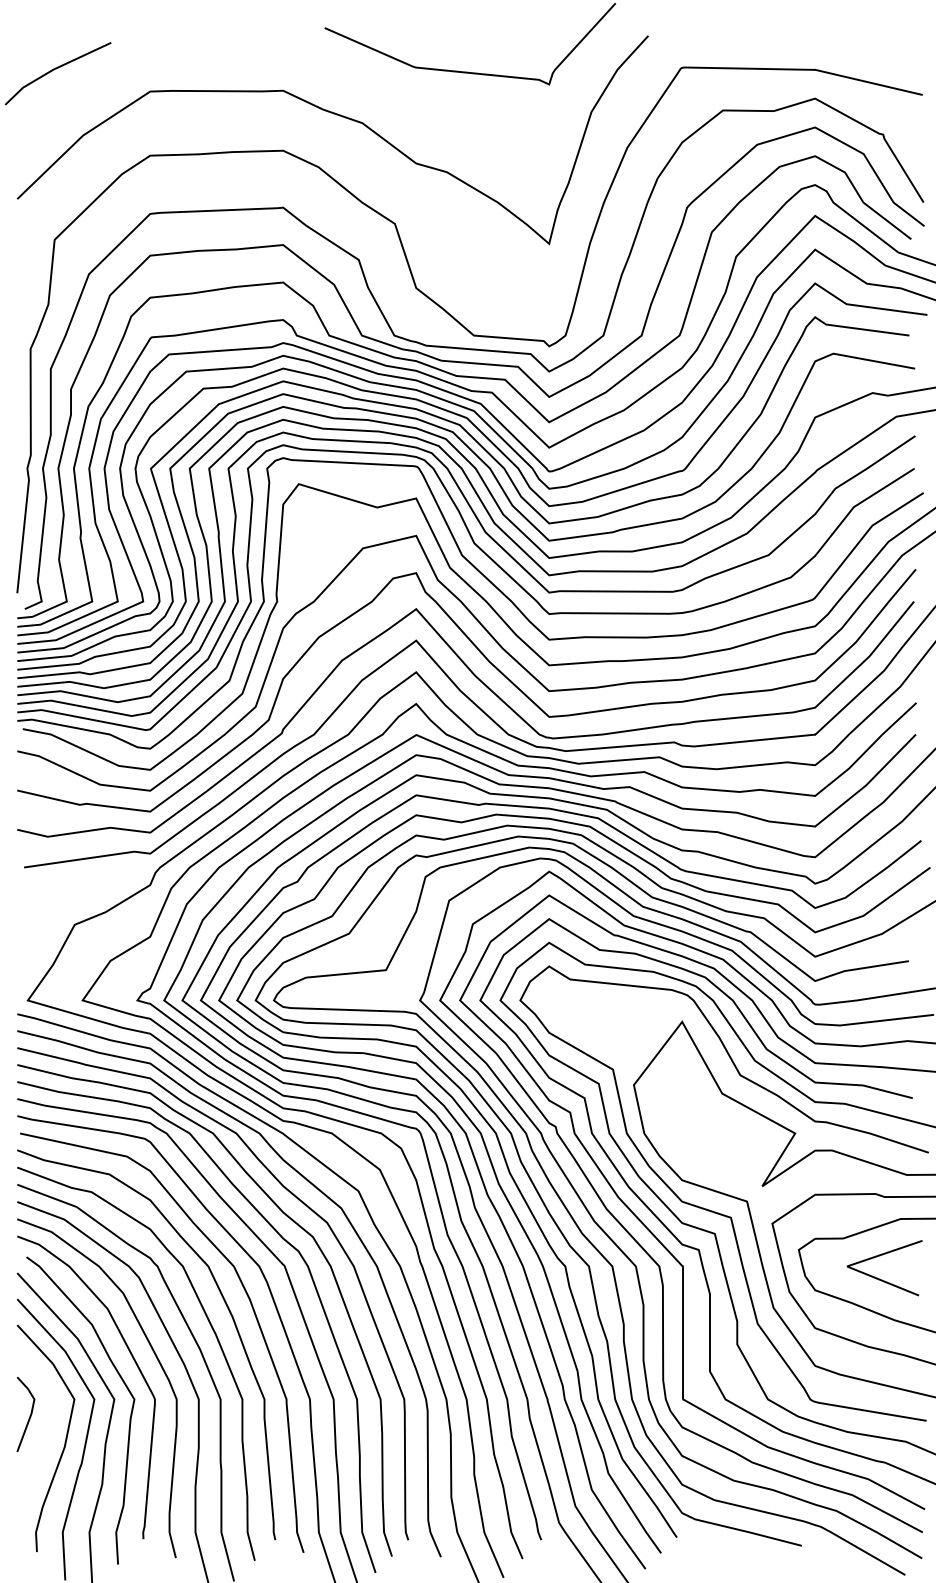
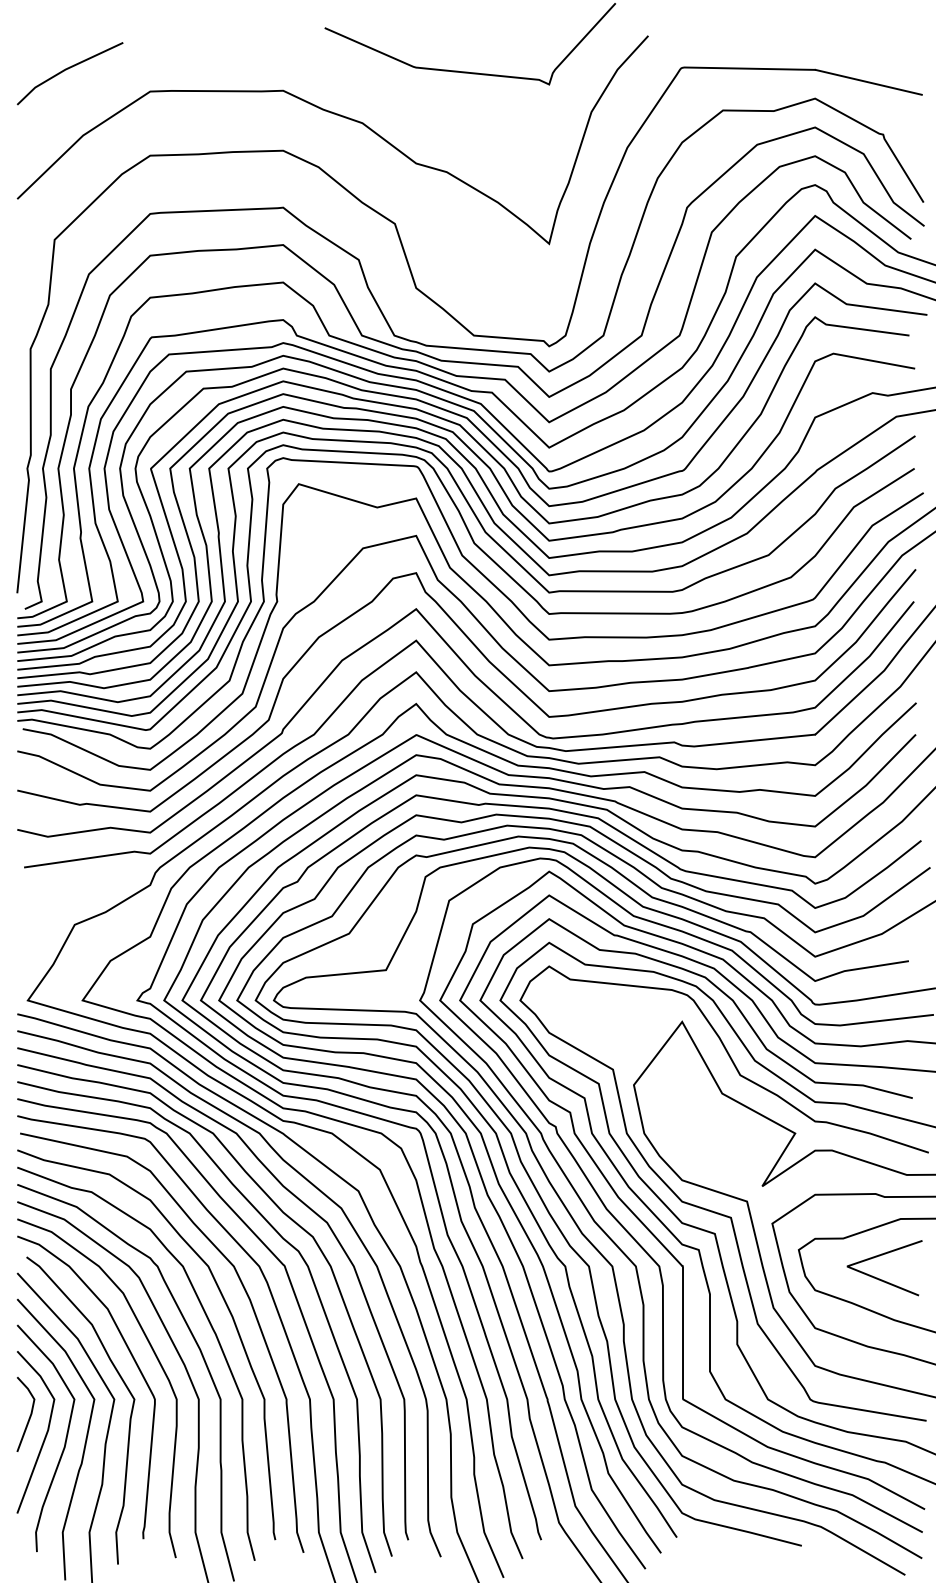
line at (56, 69) position: (56, 69) -> (68, 69)
line at (44, 1436): none -> present
